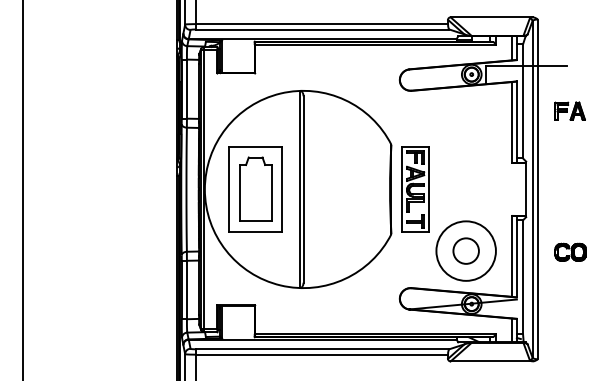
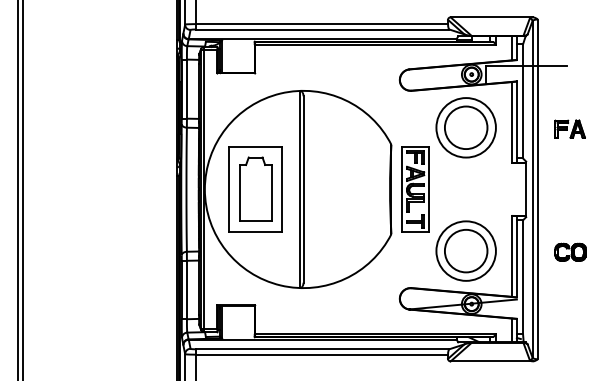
part at (569, 110) position: (569, 110) -> (569, 128)
part at (465, 127): none -> present
line at (18, 189): none -> present
circle at (465, 250) diameter: 26 px -> 43 px
